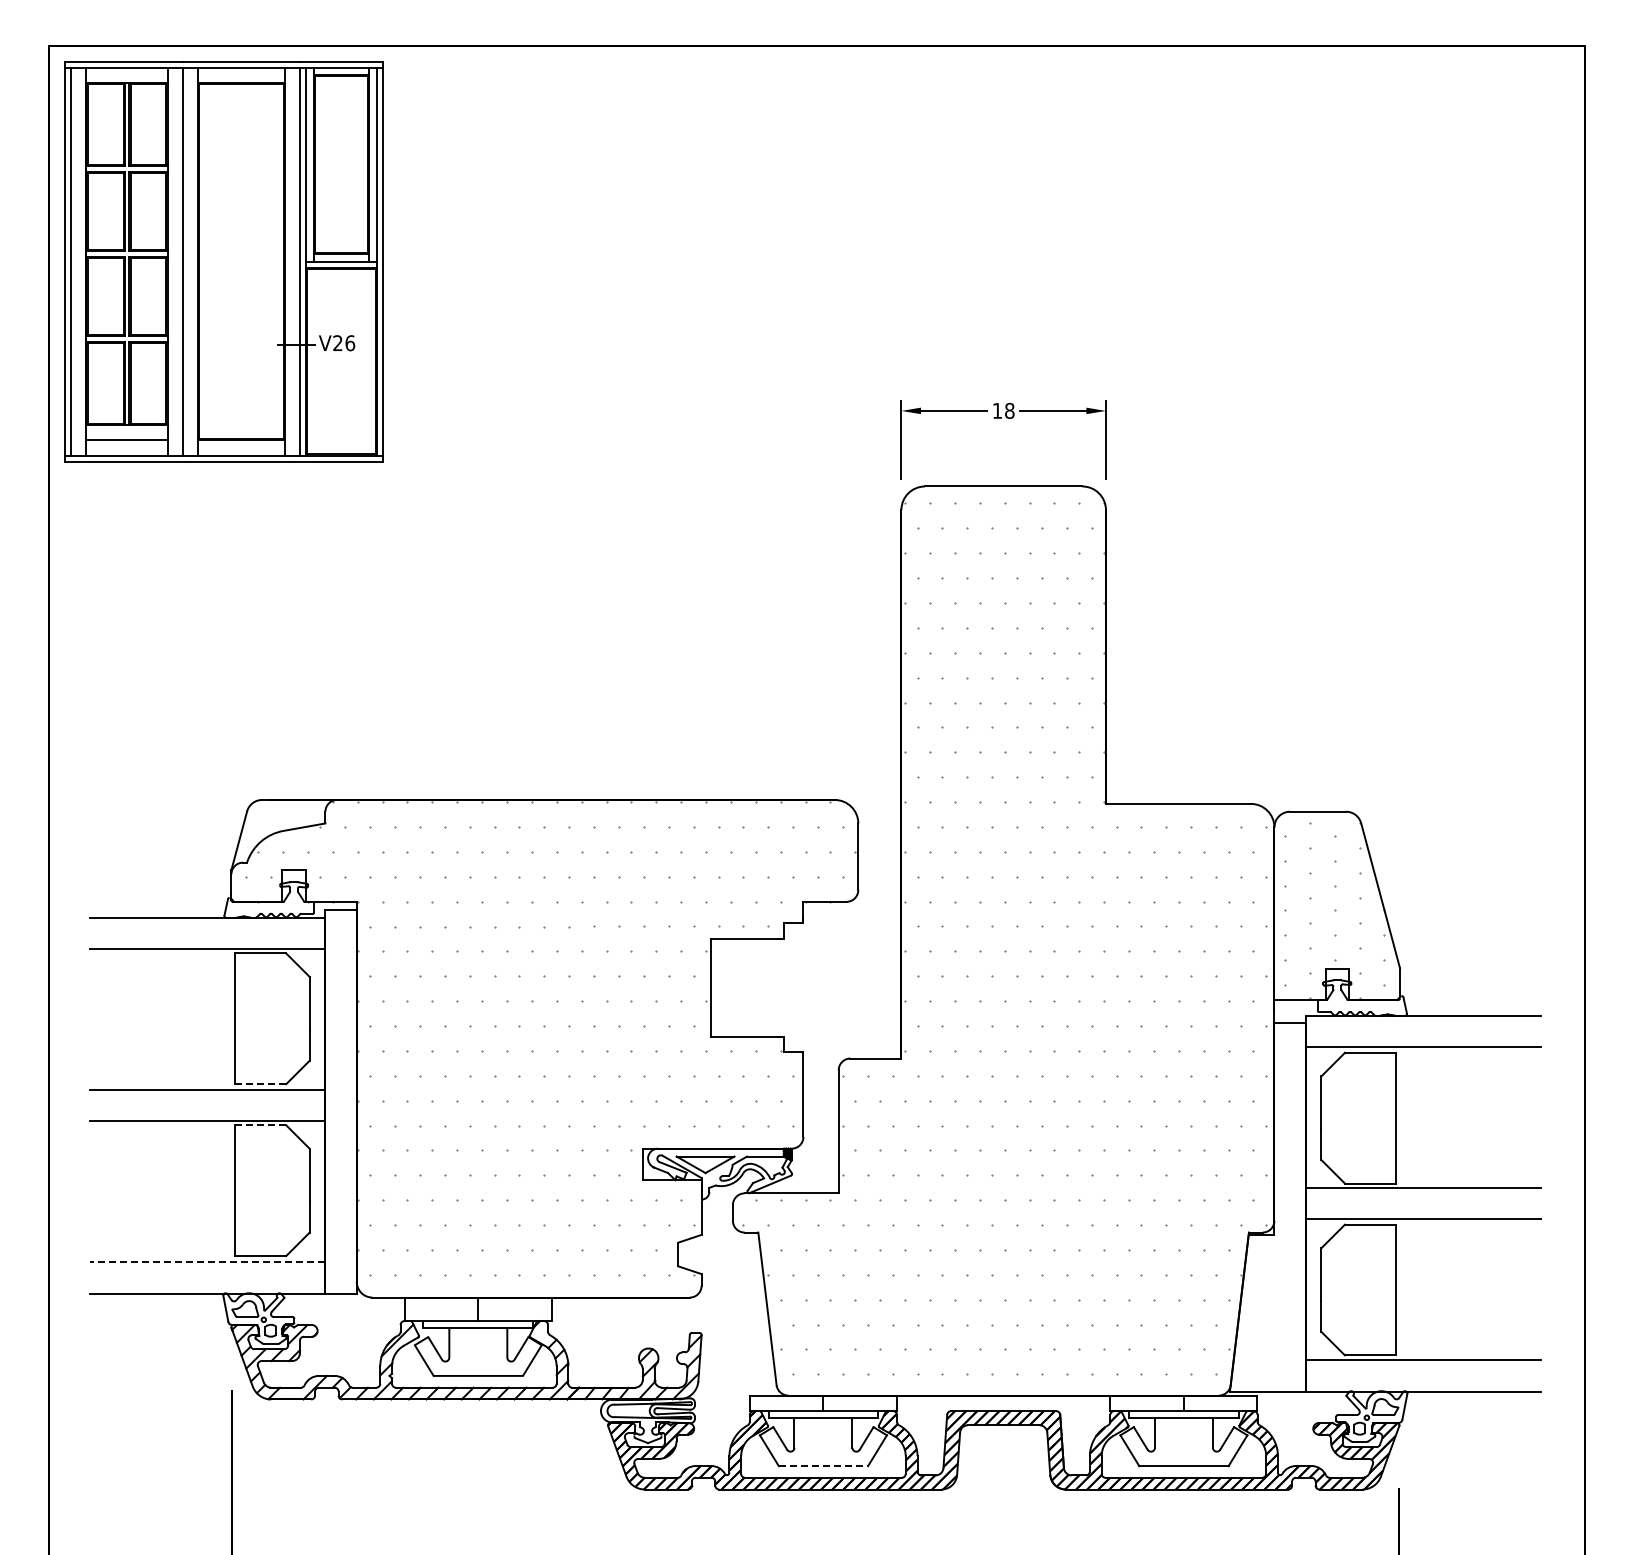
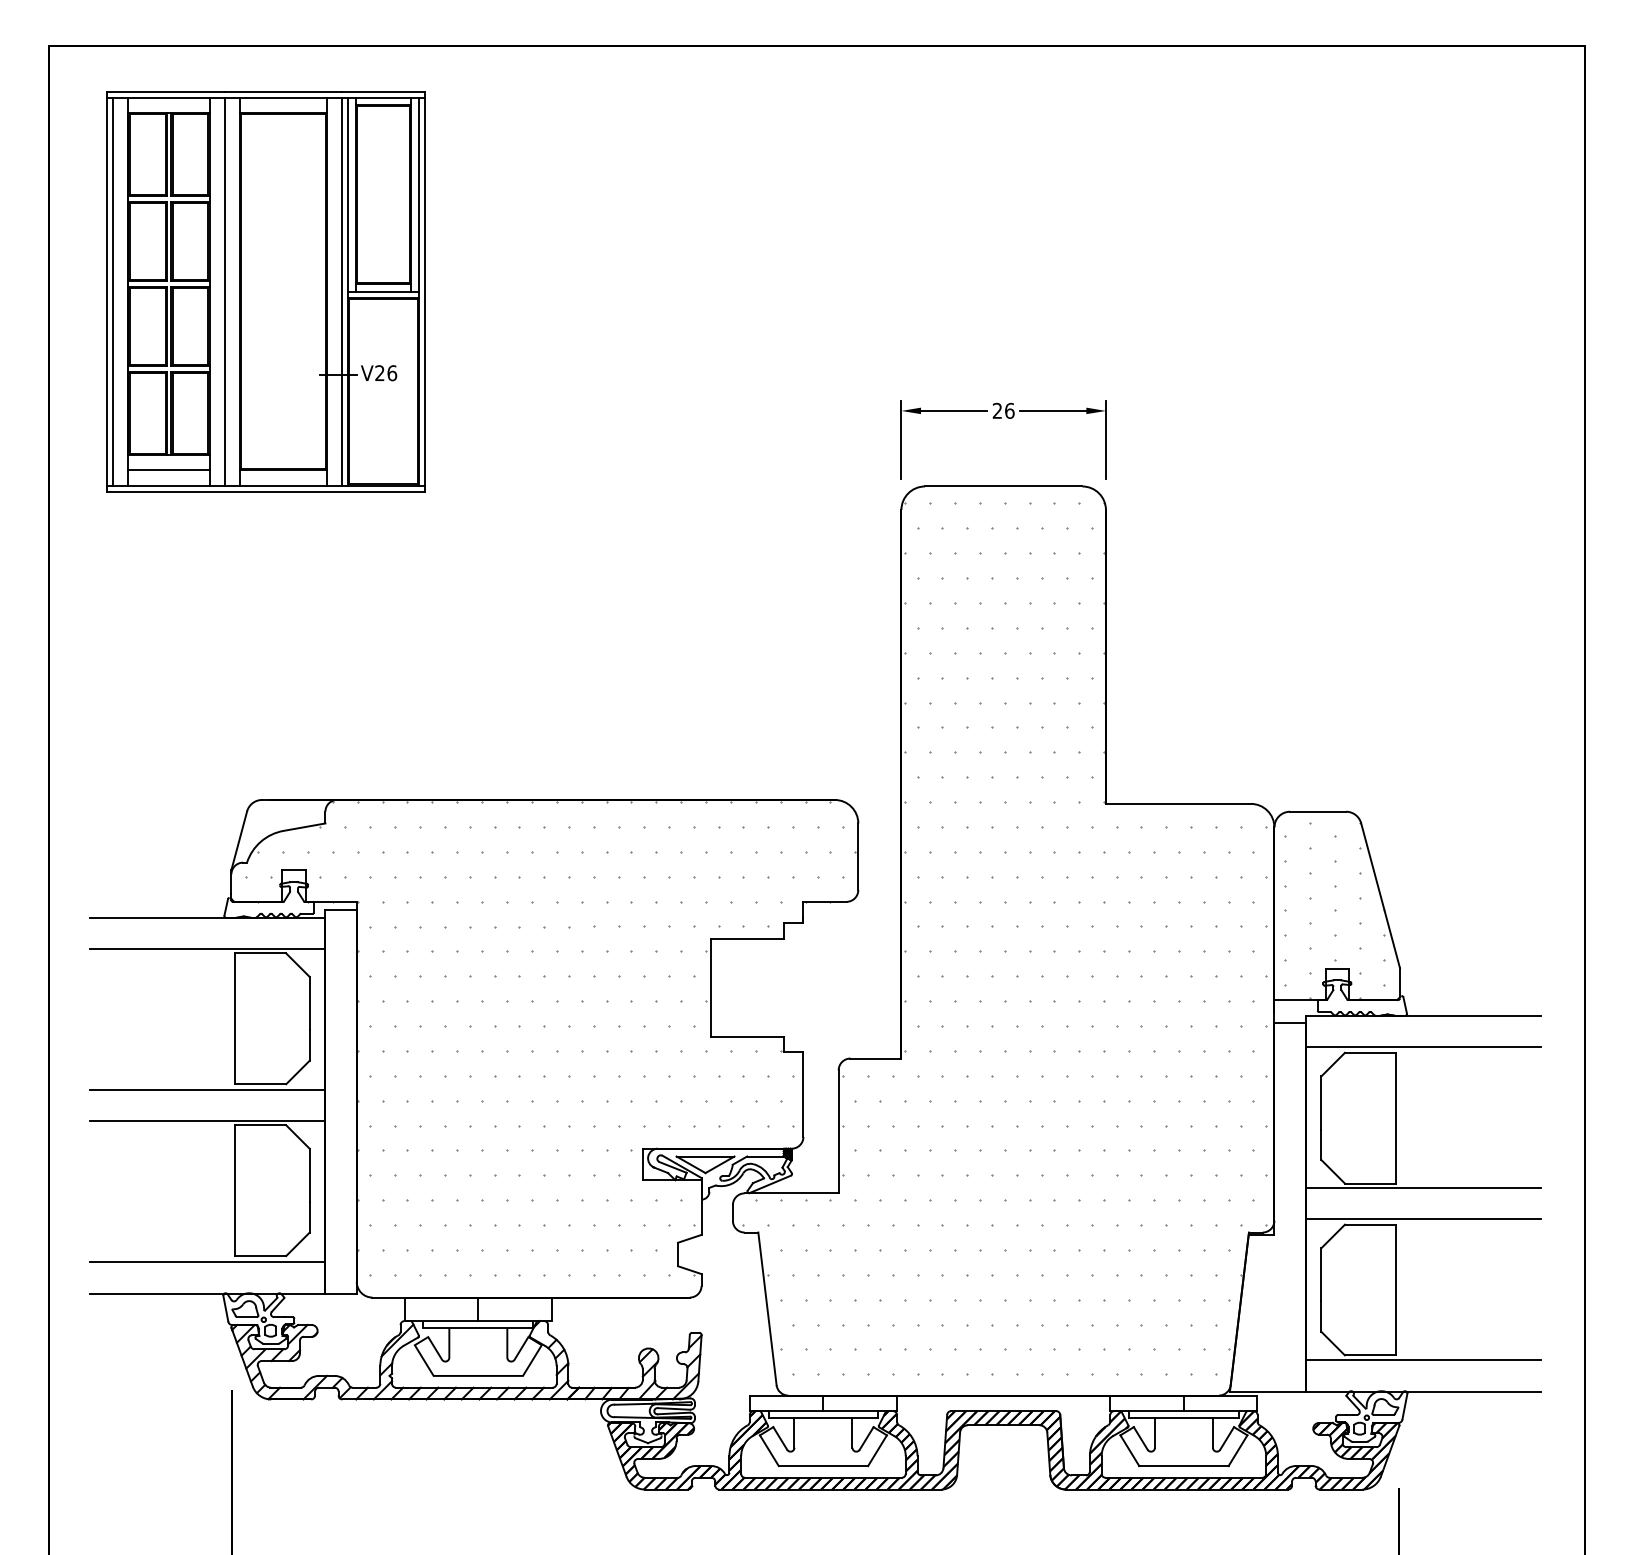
part at (223, 261) position: (223, 261) -> (265, 291)
text at (1003, 410): 18 -> 26
line at (260, 1084): dashed -> solid
line at (260, 1125): dashed -> solid
line at (207, 1262): dashed -> solid
line at (823, 1466): dashed -> solid
